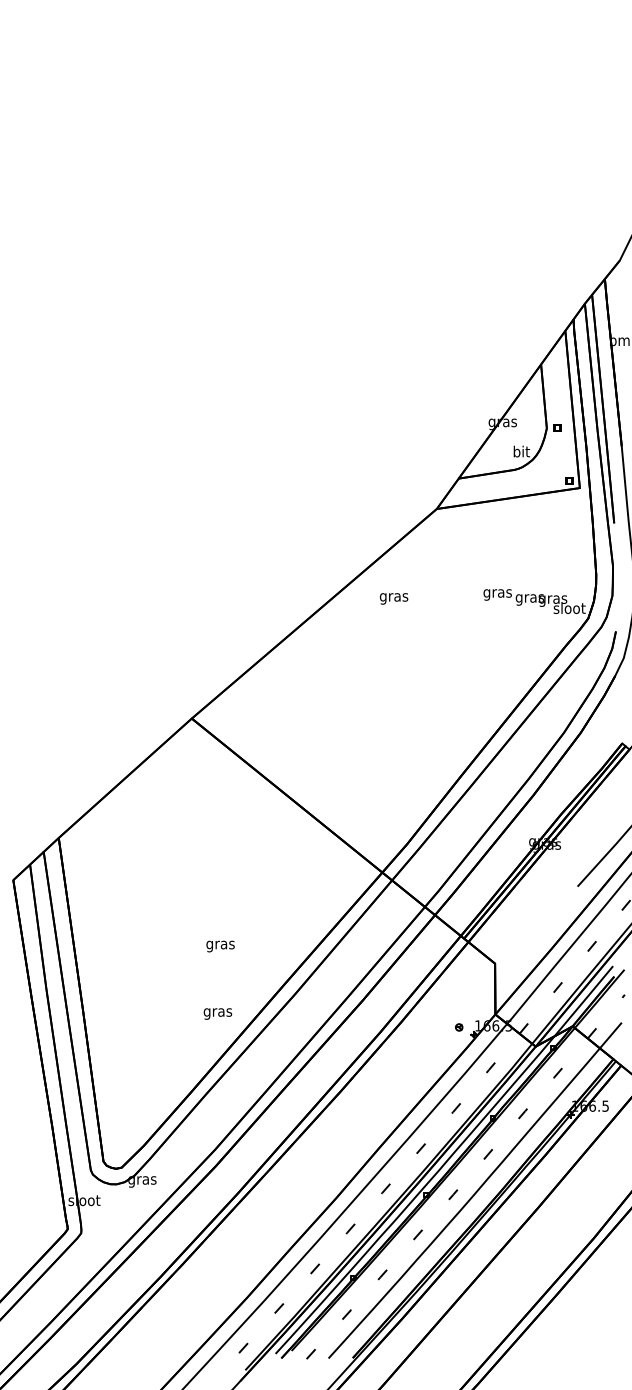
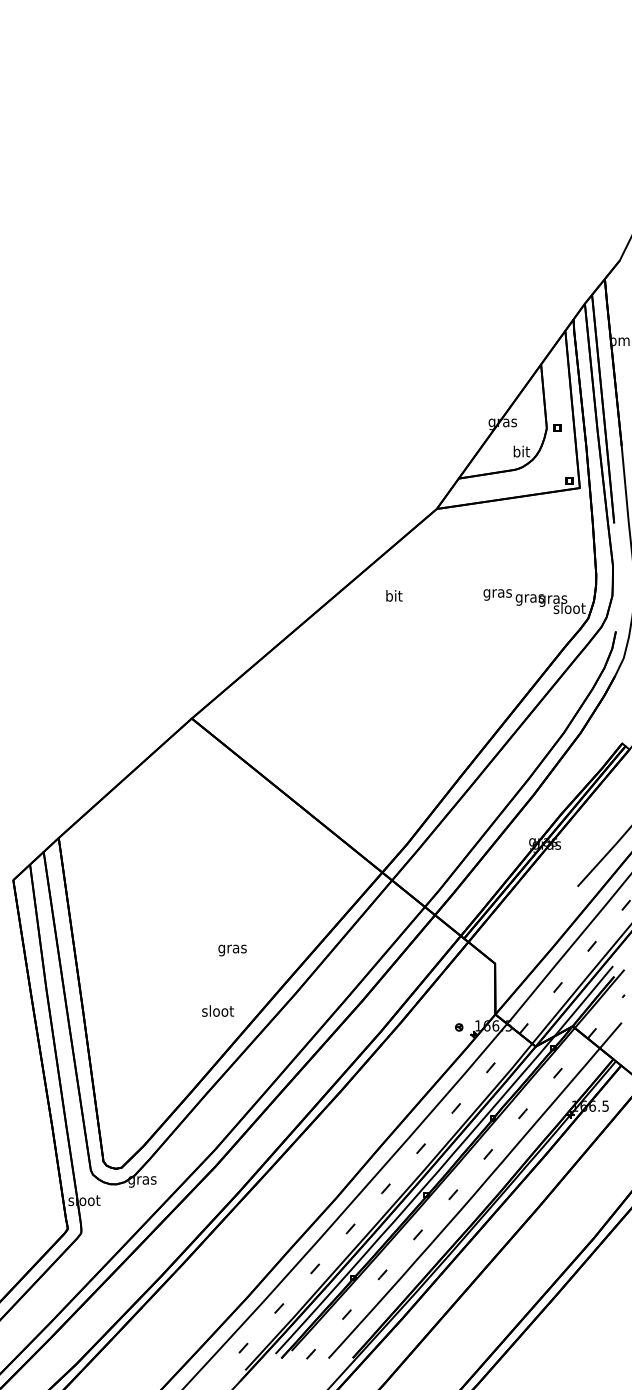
text at (393, 597): gras -> bit
text at (220, 946) position: (220, 946) -> (232, 950)
text at (218, 1012): gras -> sloot
